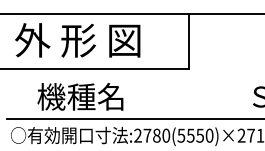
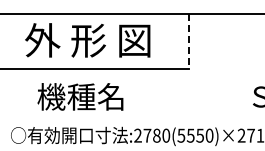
text at (77, 40) position: (77, 40) -> (87, 40)
line at (189, 41): solid -> dashed
line at (134, 118): present -> none
